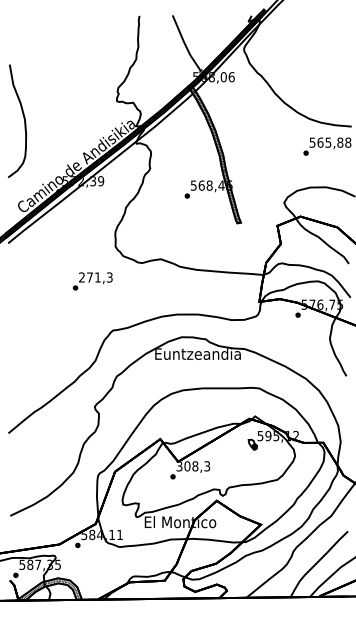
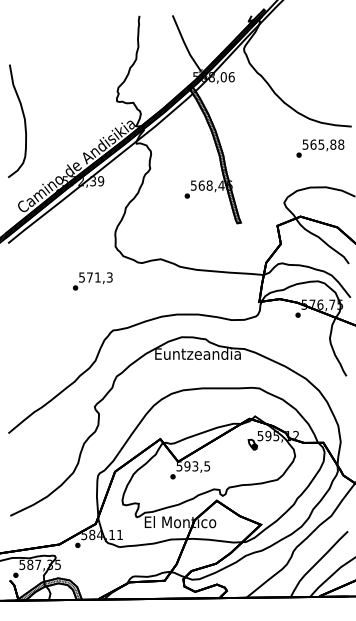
text at (327, 146) position: (327, 146) -> (320, 148)
text at (81, 277): 271,3 -> 571,3
text at (193, 466): 308,3 -> 593,5
